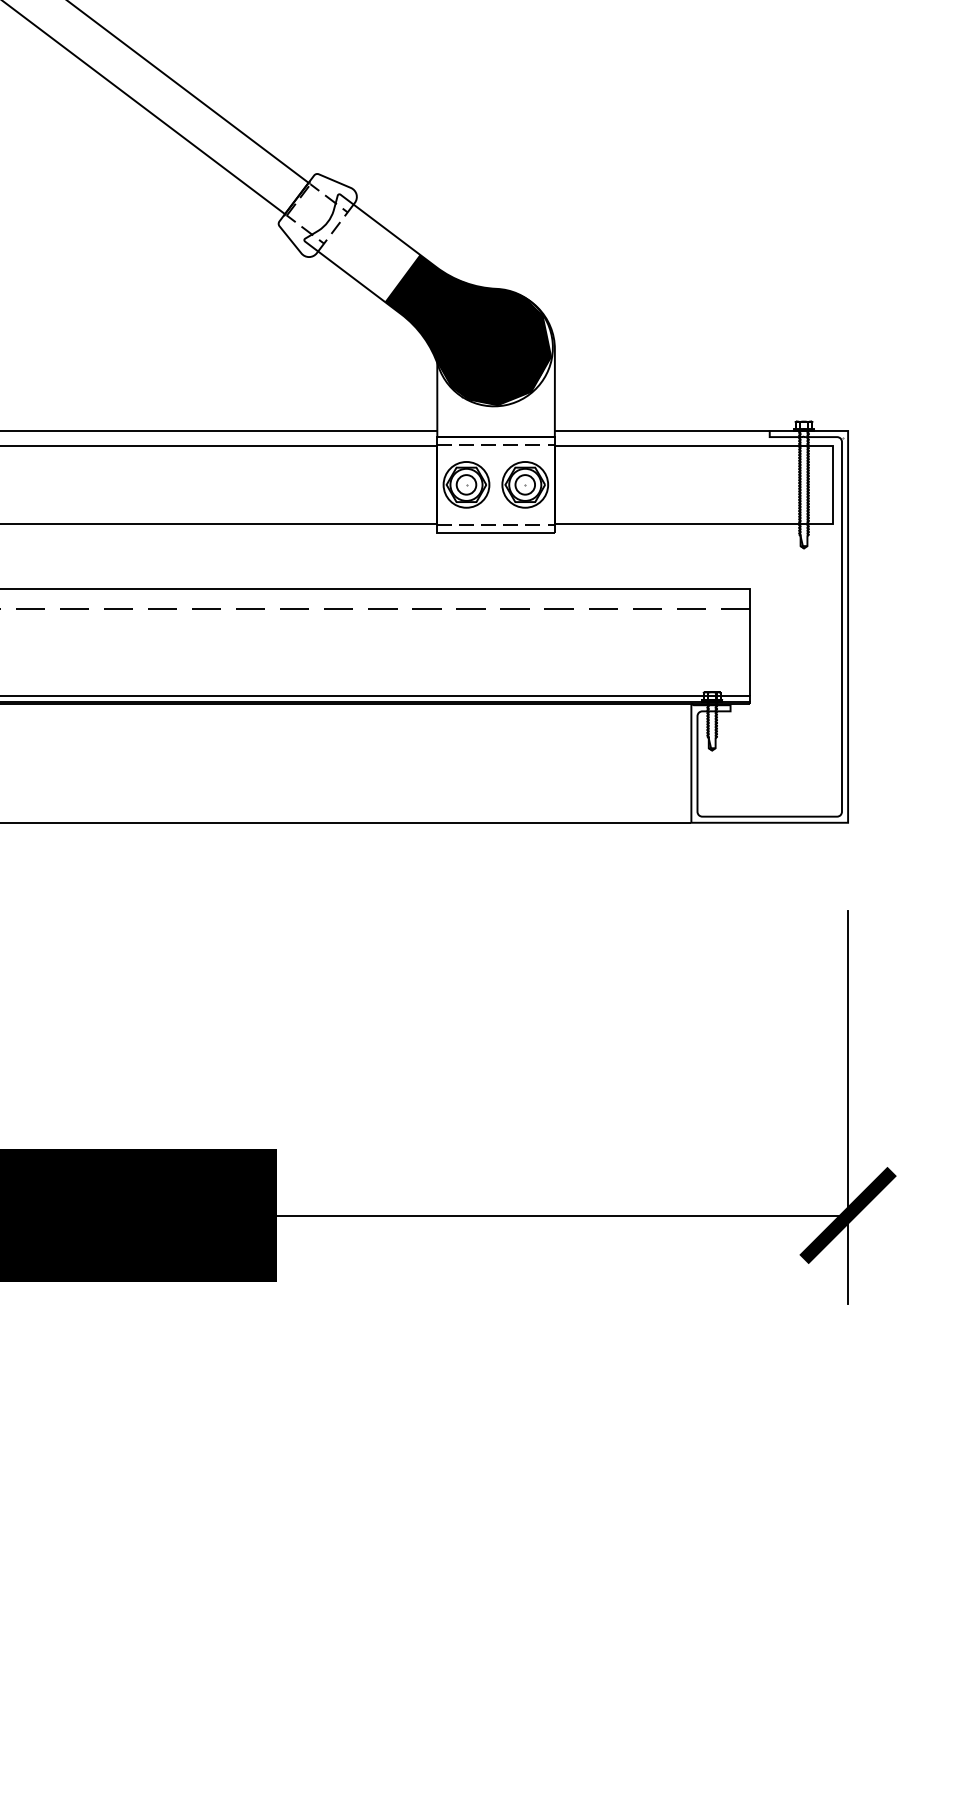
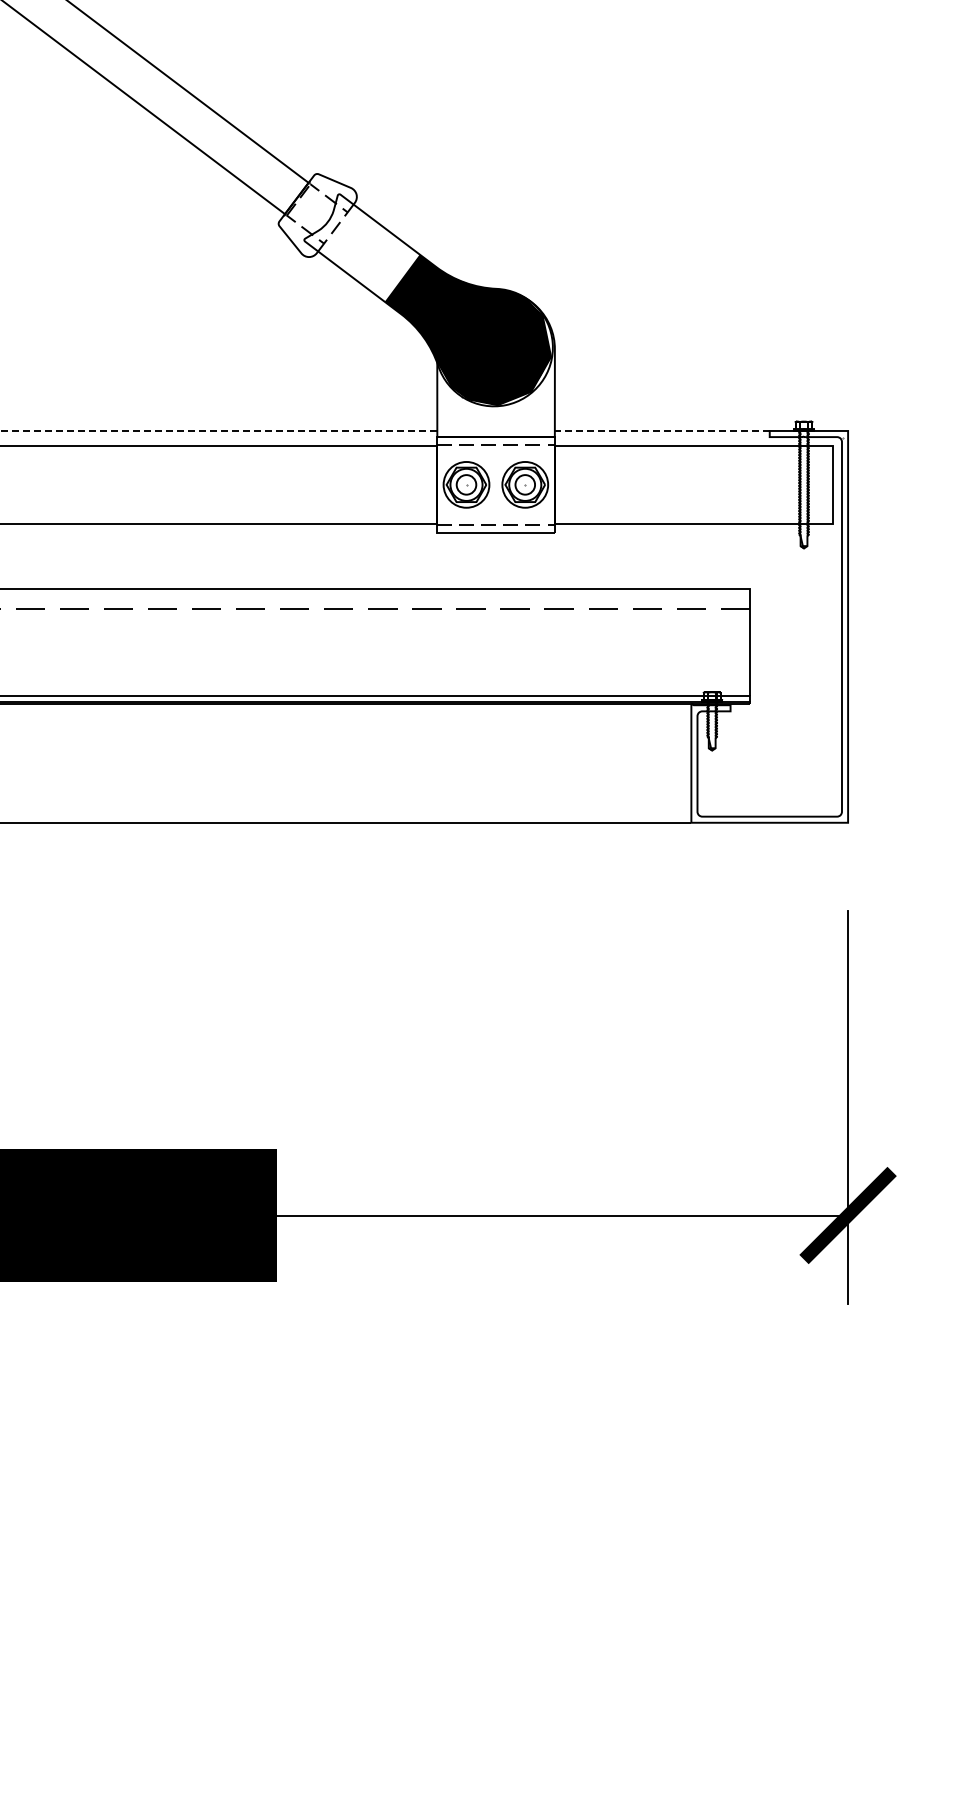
line at (218, 430): solid -> dashed
line at (661, 430): solid -> dashed
